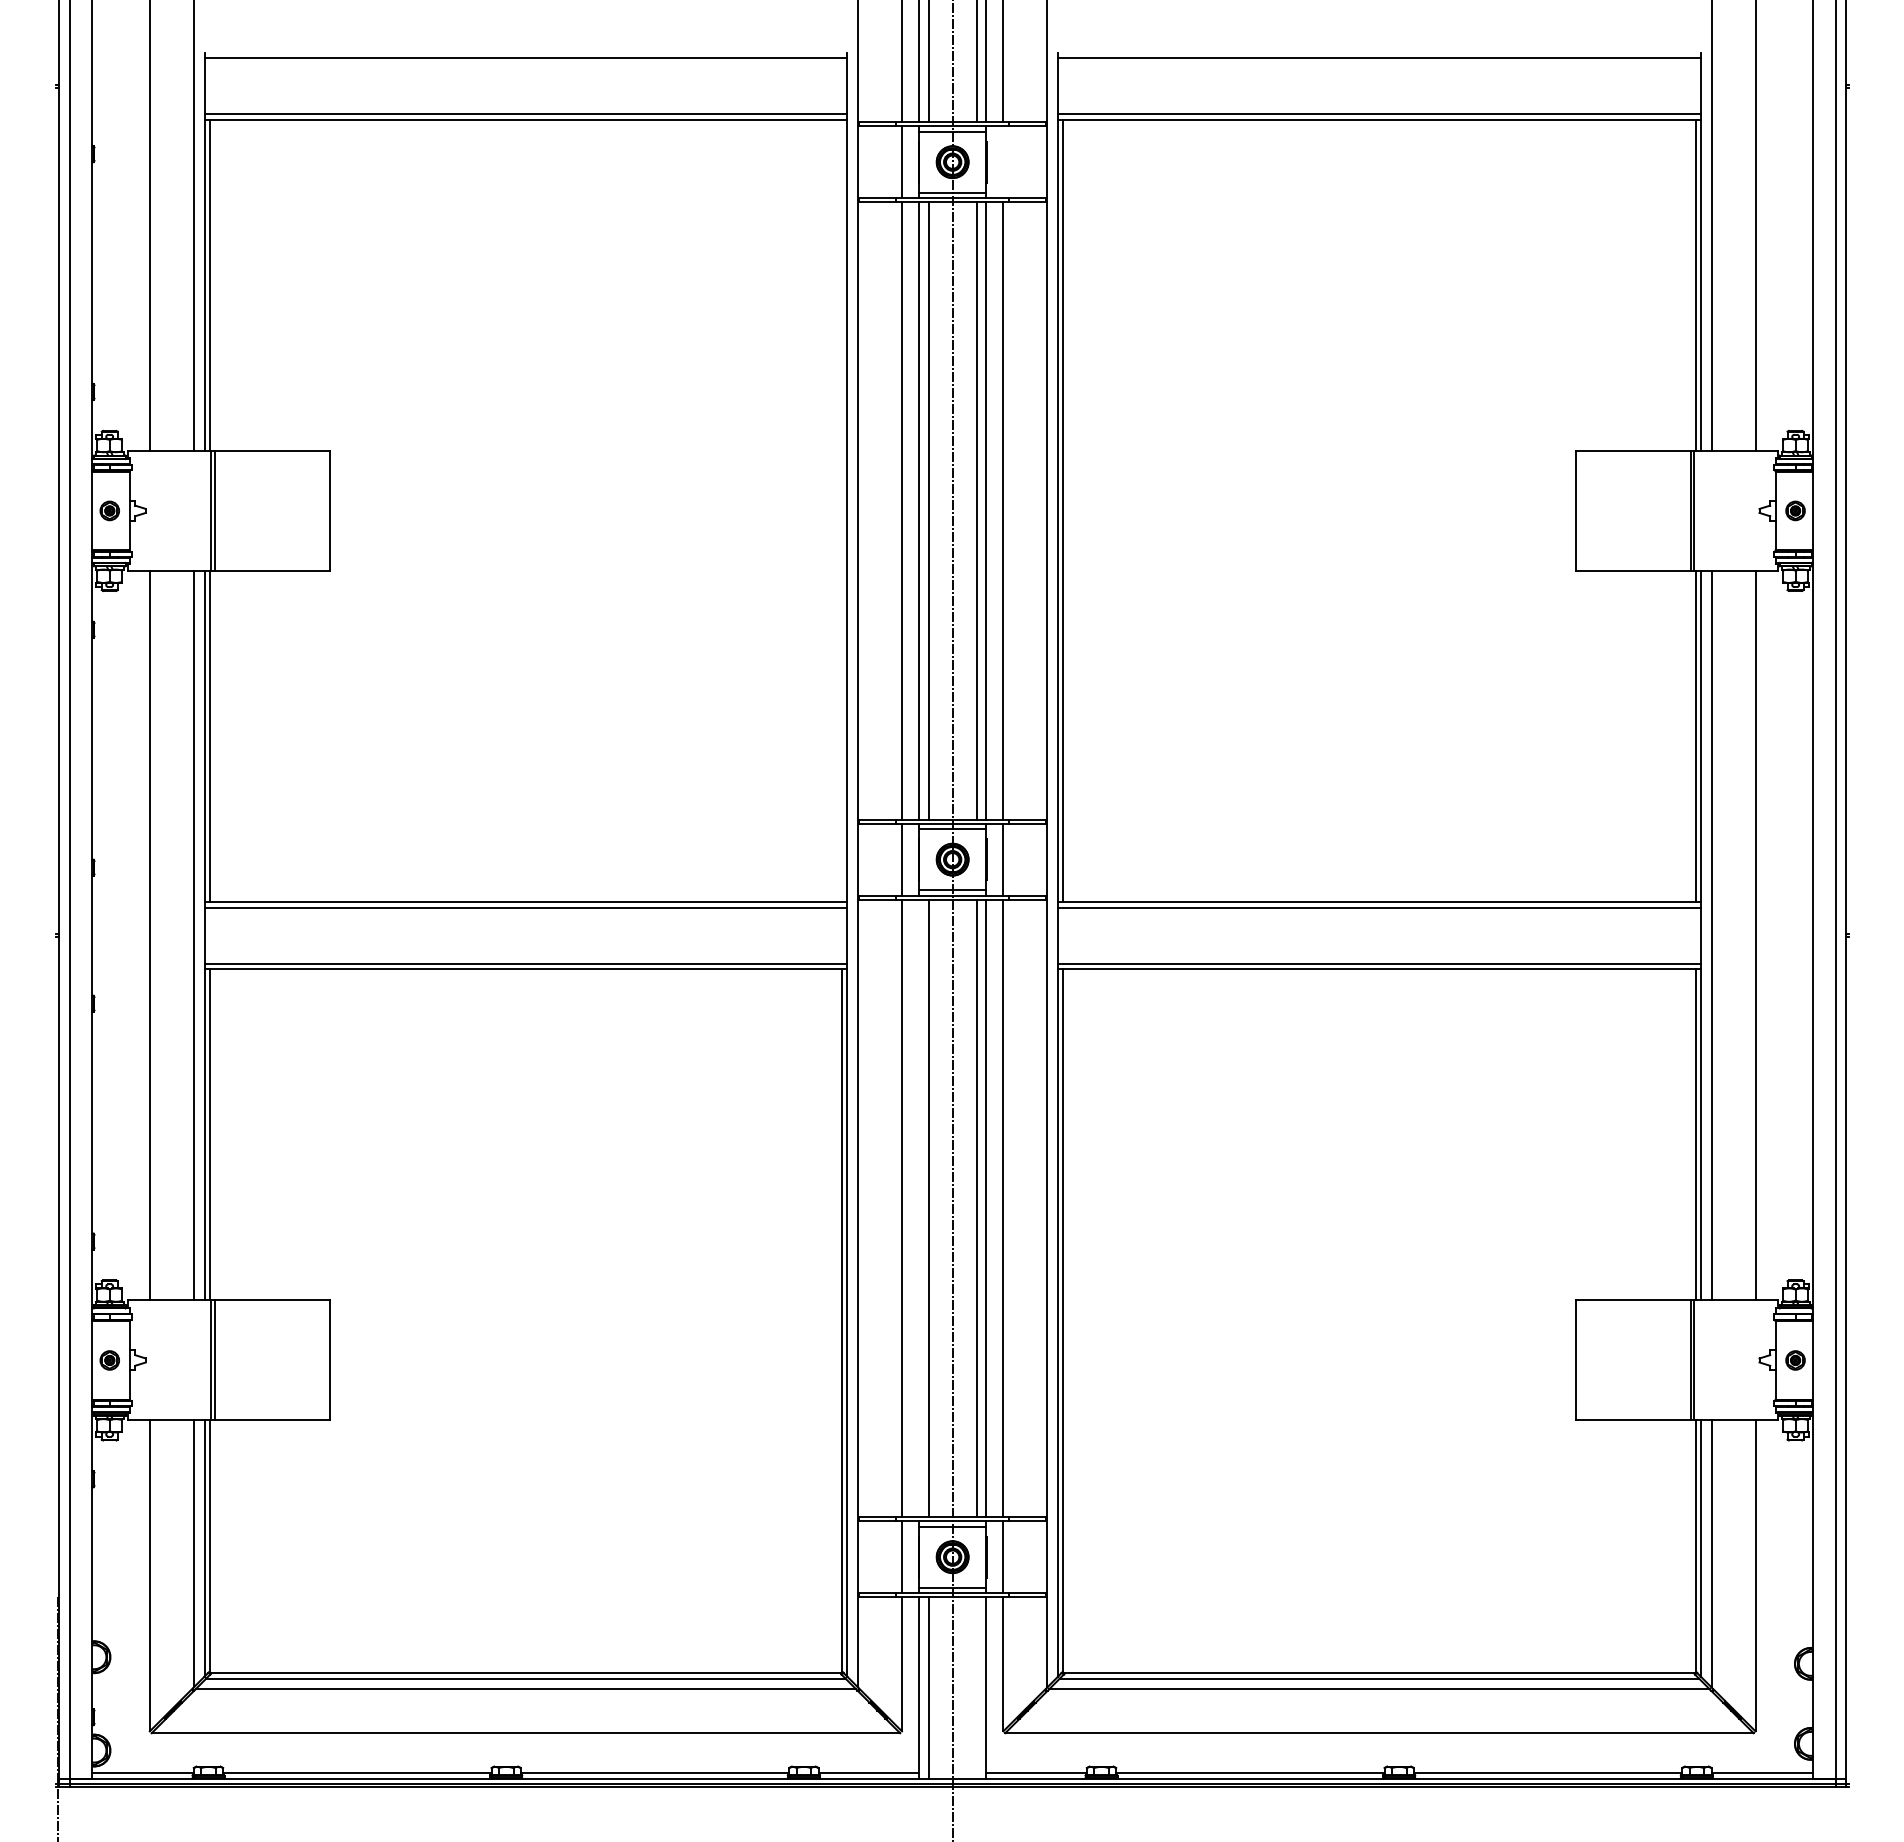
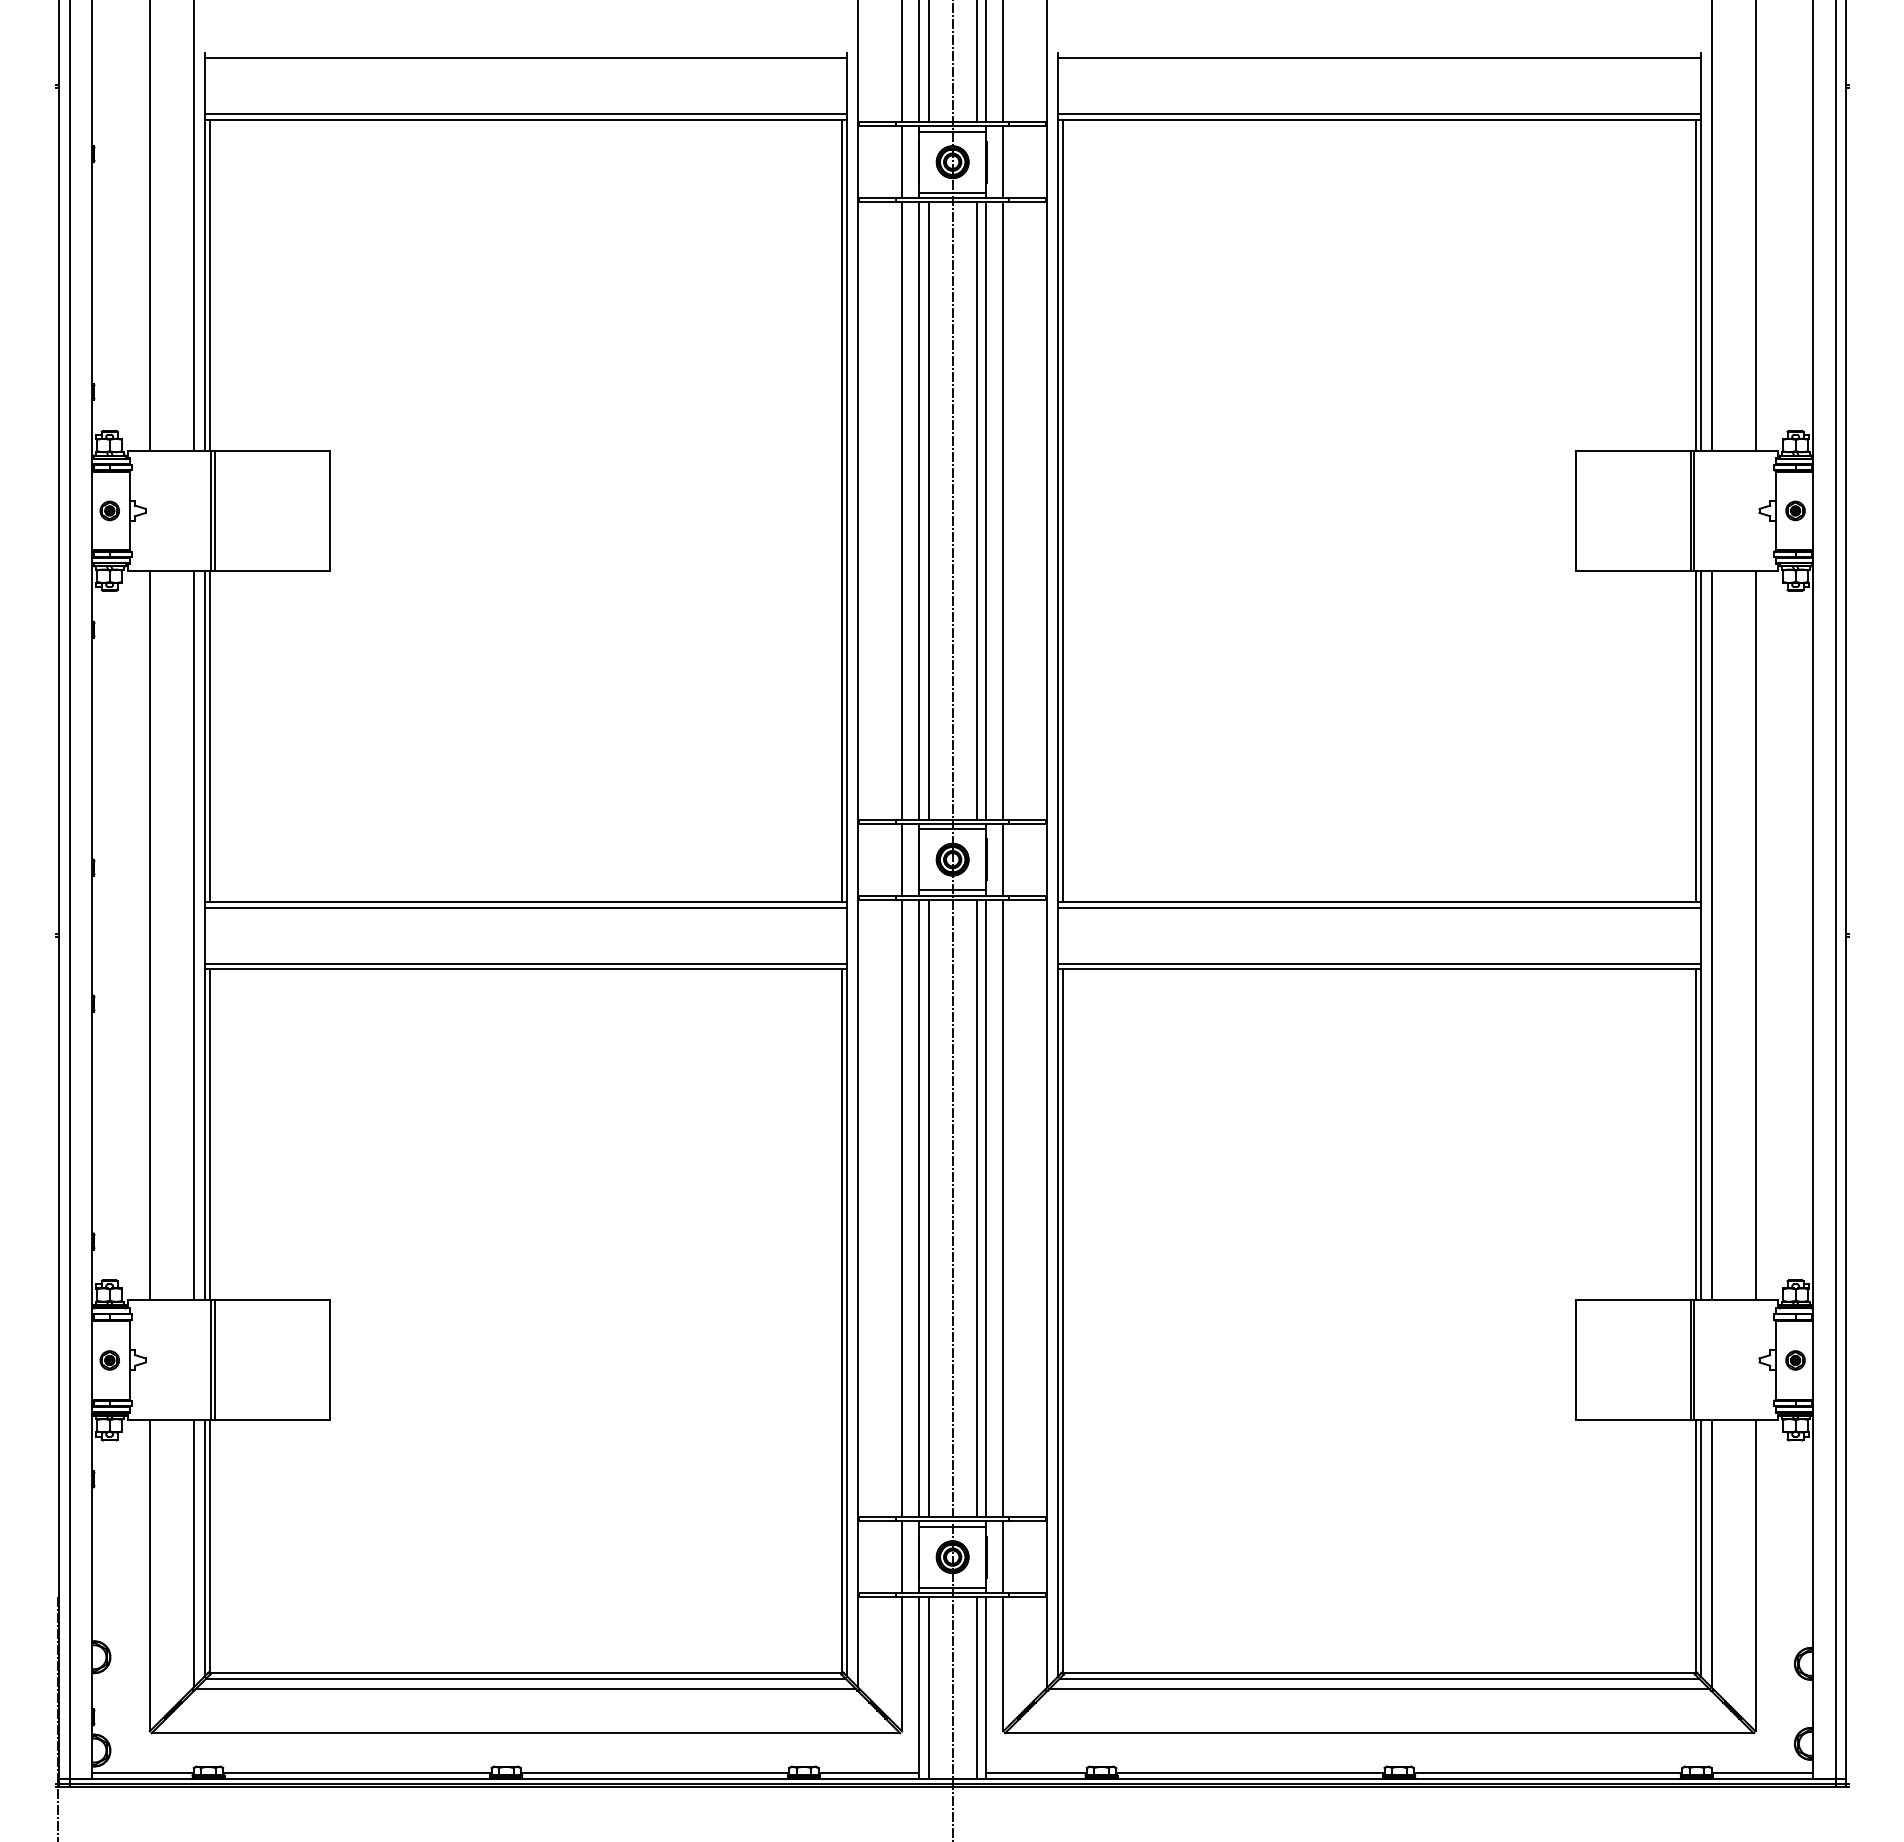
line at (1003, 162): none -> present
line at (841, 510): none -> present
line at (919, 1208): none -> present
line at (976, 1687): none -> present
